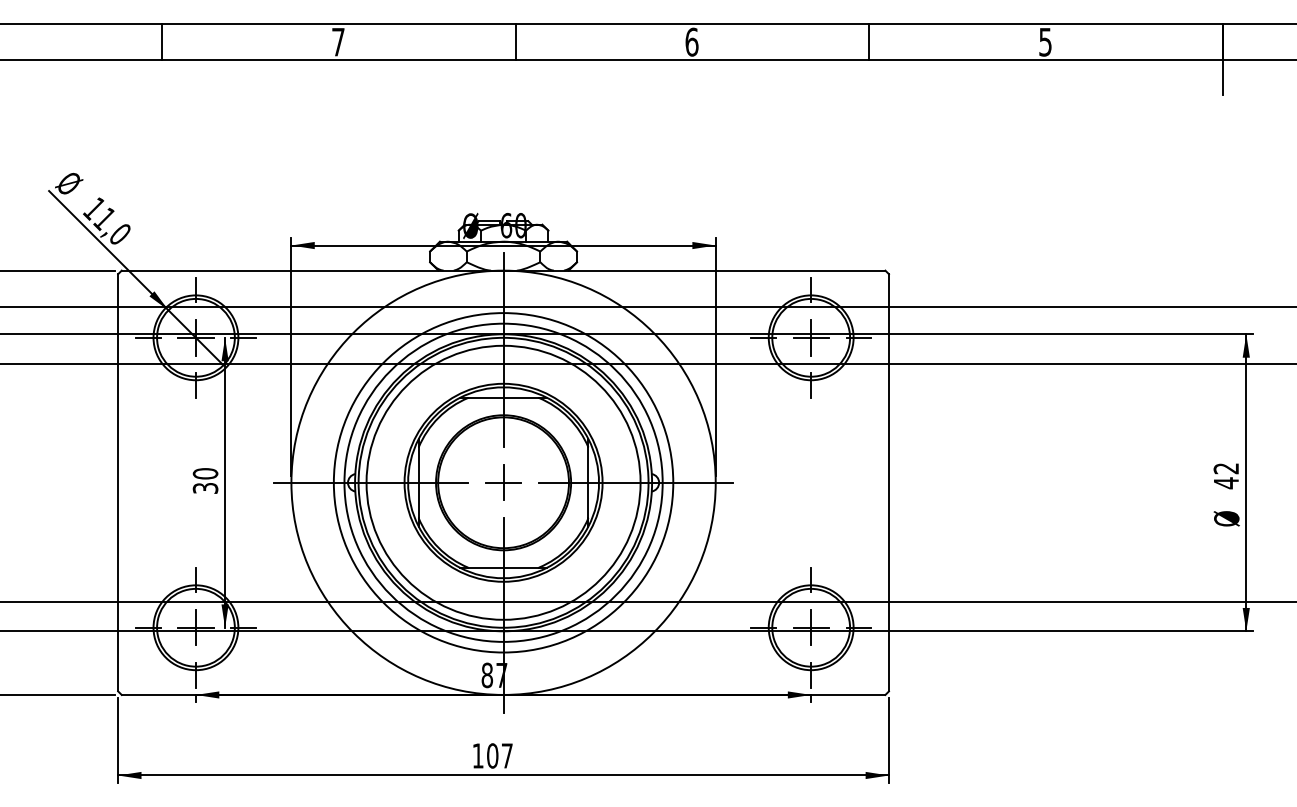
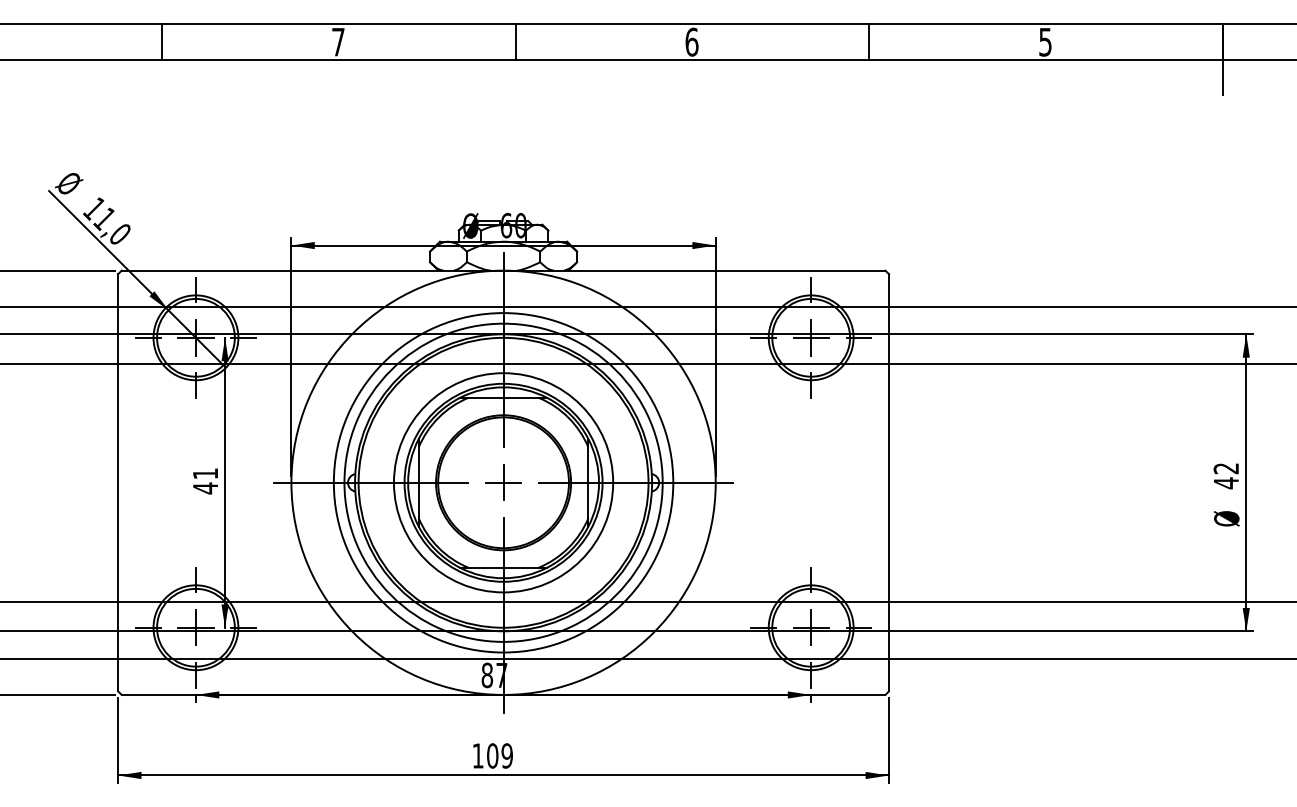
text at (205, 481): 30 -> 41
circle at (503, 482) diameter: 274 px -> 219 px
line at (647, 658): none -> present
text at (506, 755): 107 -> 109
